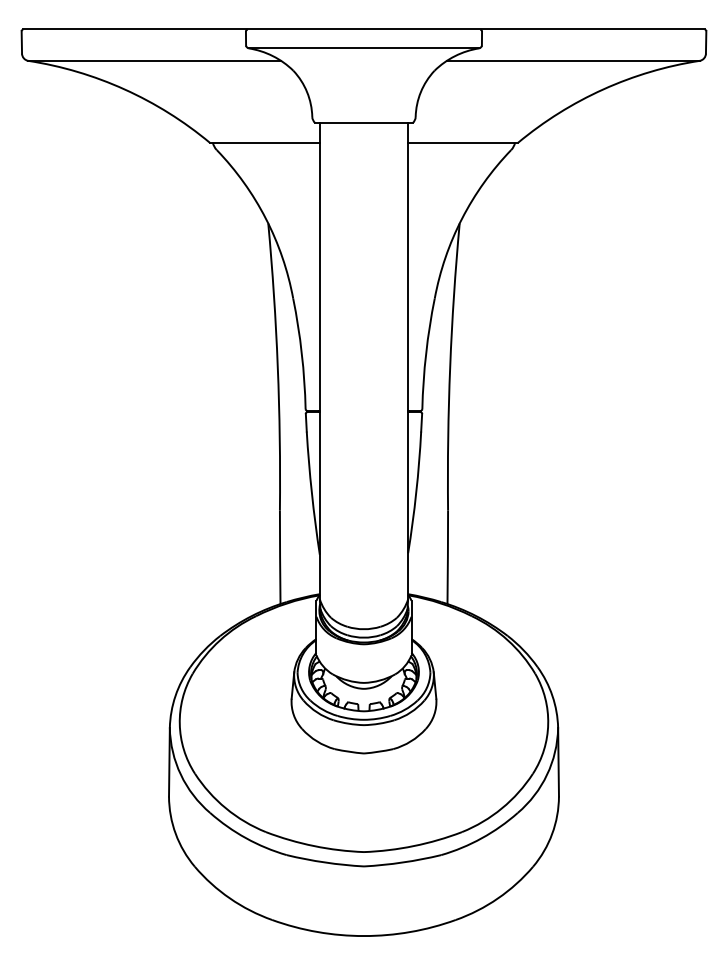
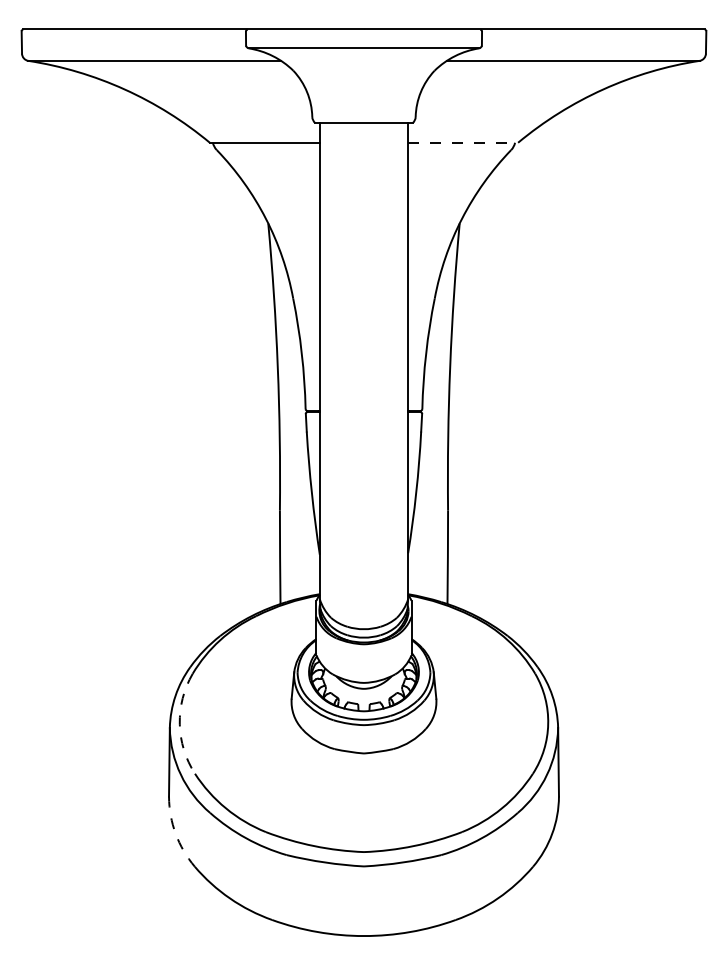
line at (463, 142): solid -> dashed
arc at (179, 724): solid -> dashed
arc at (175, 833): solid -> dashed
